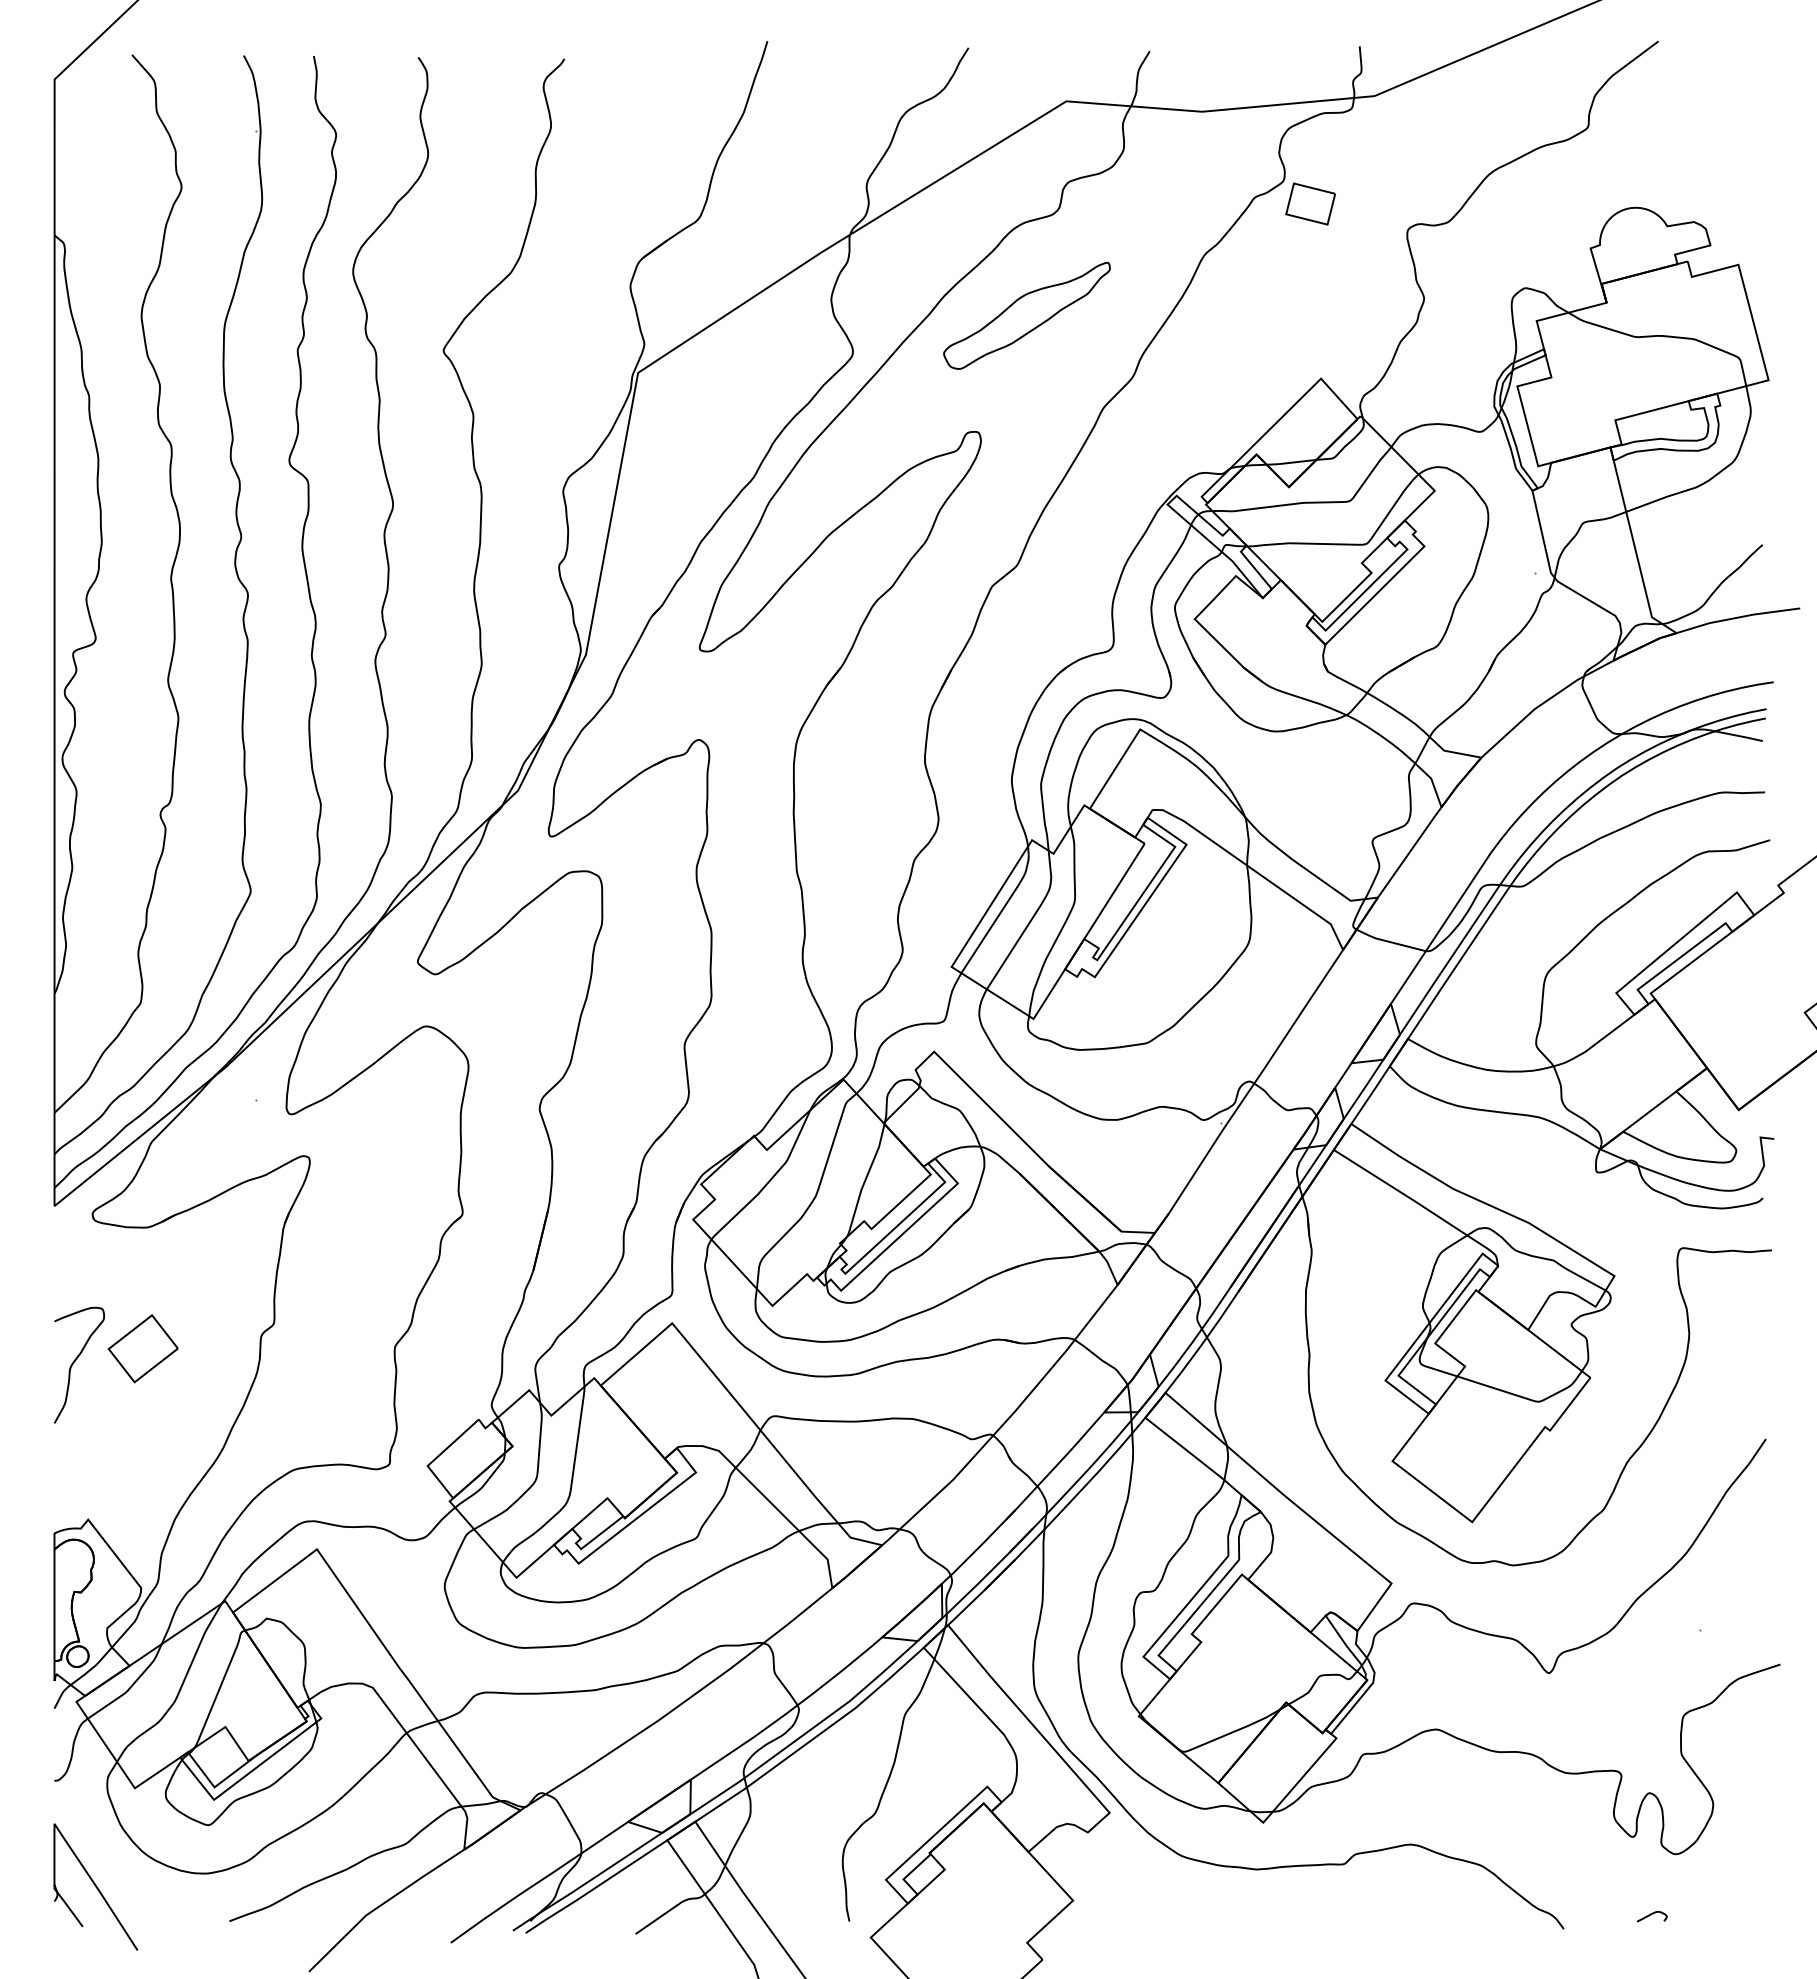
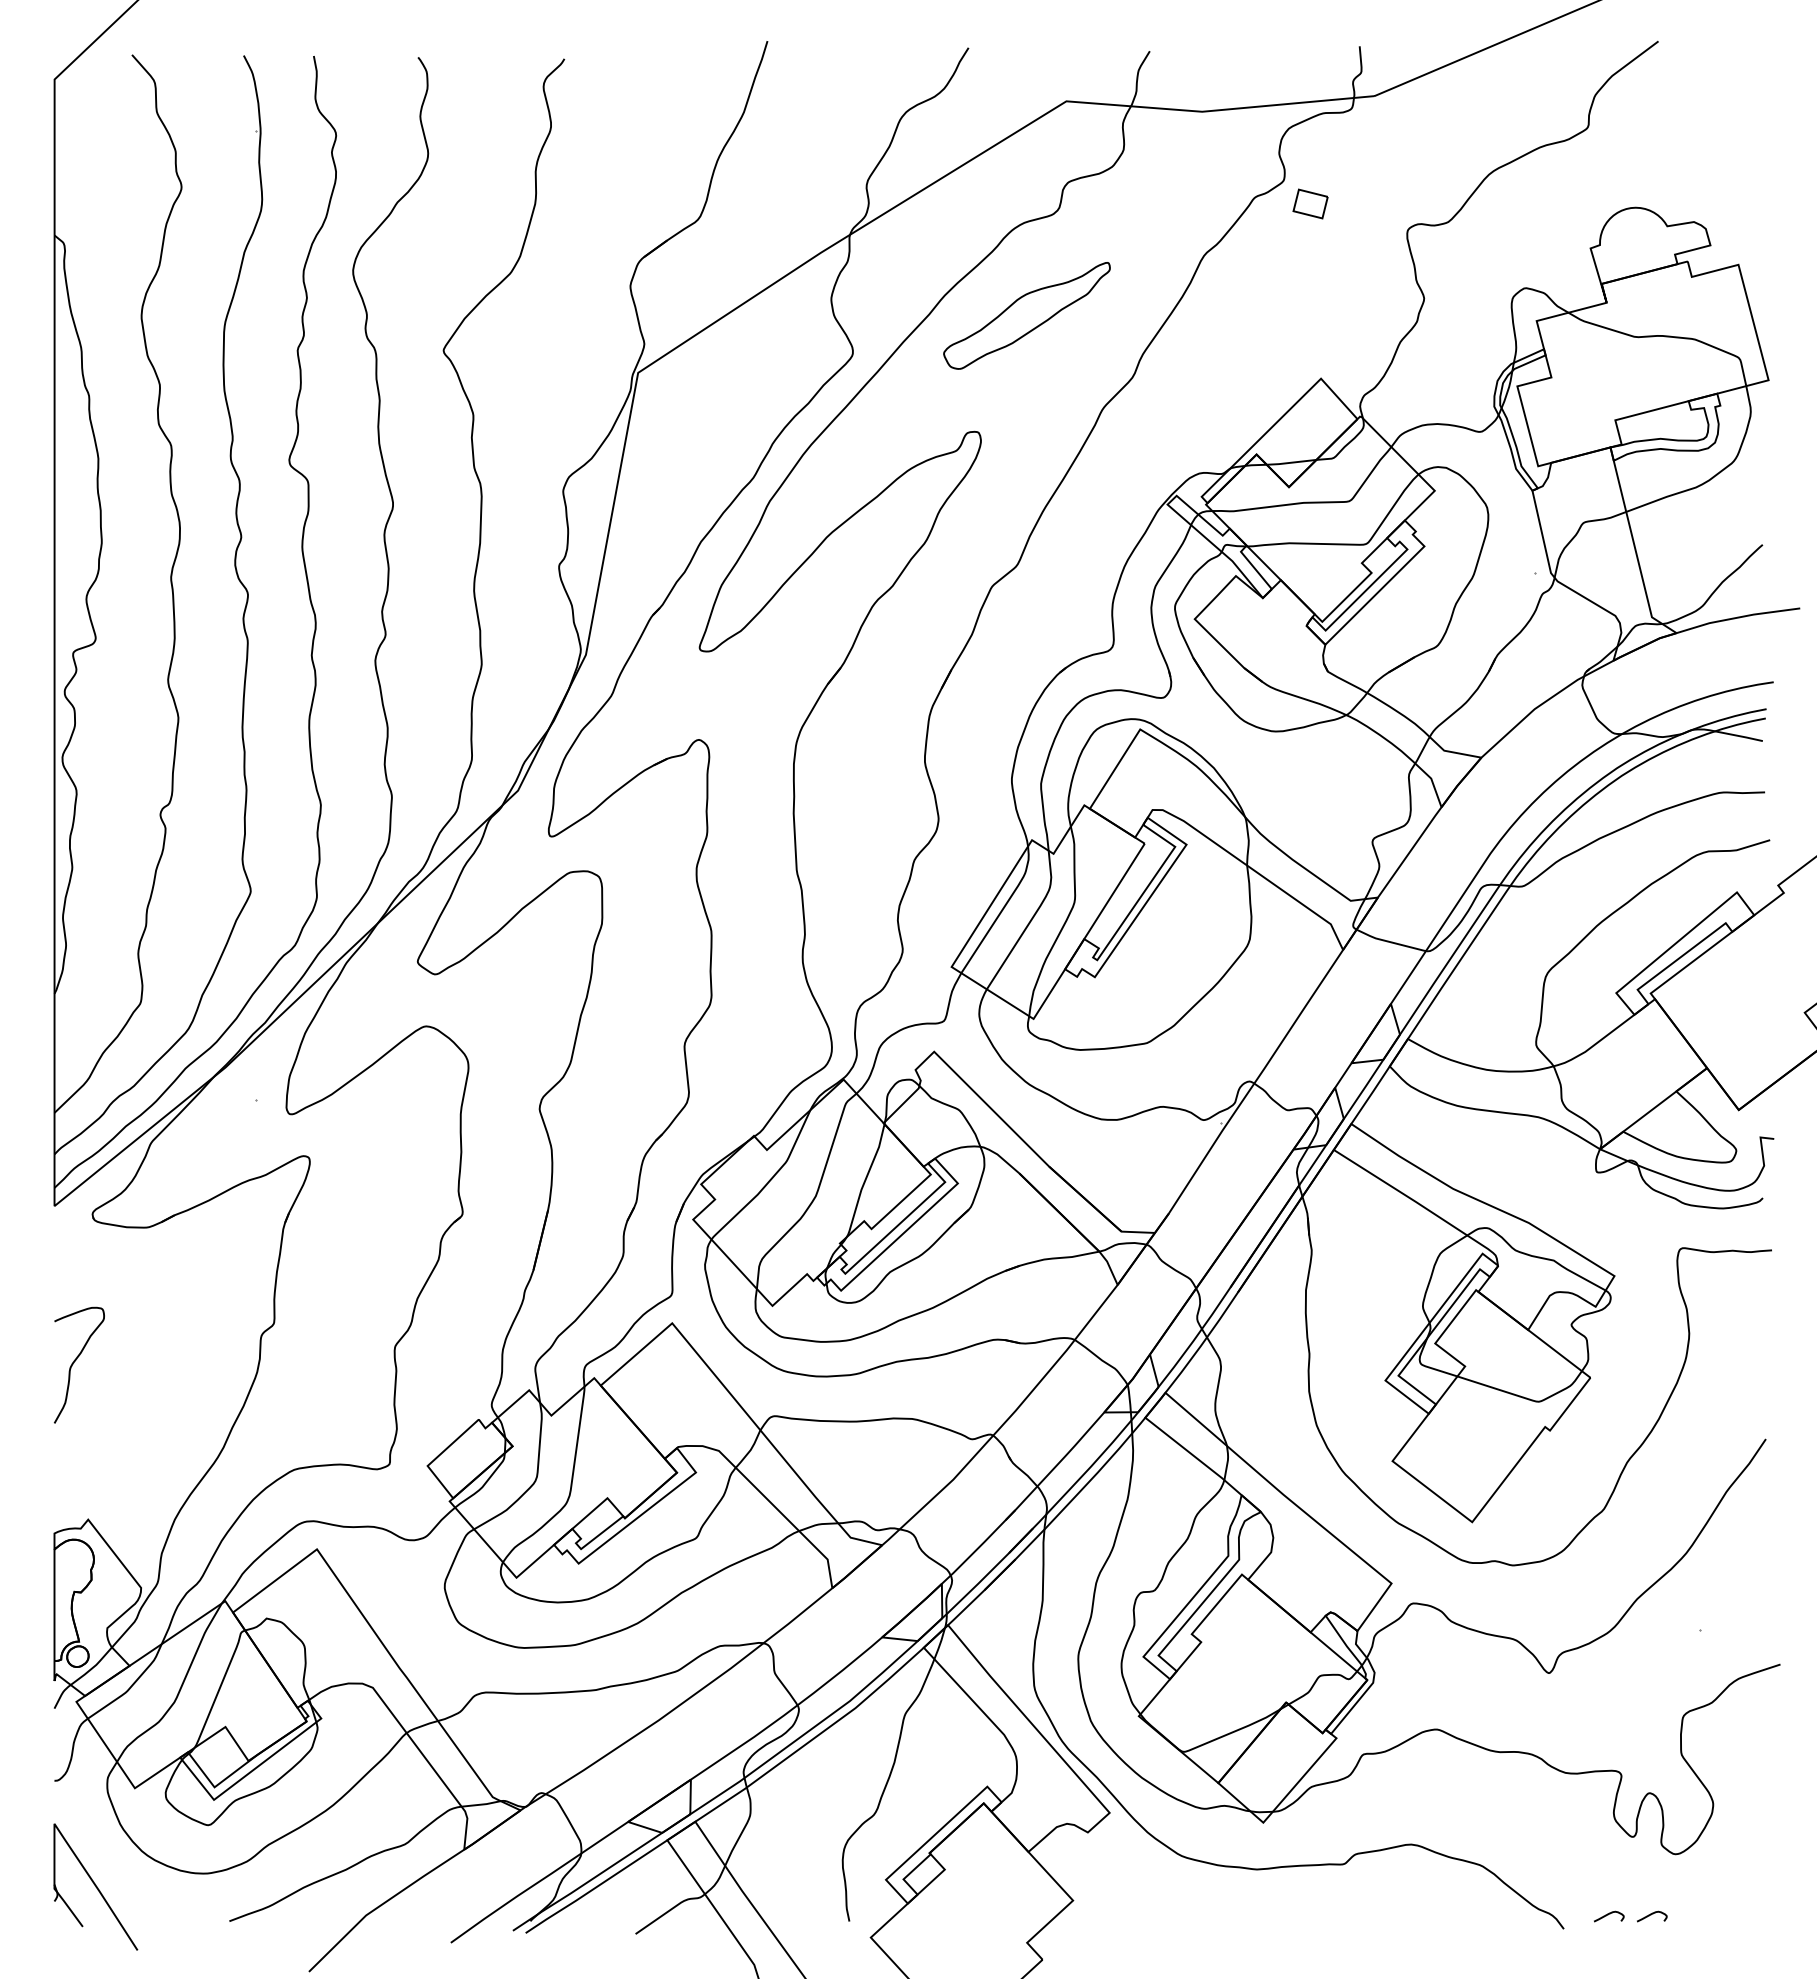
part at (1310, 203) size: 51x44 px -> 37x32 px
part at (142, 1348): present -> none
curve at (1608, 1915): none -> present
